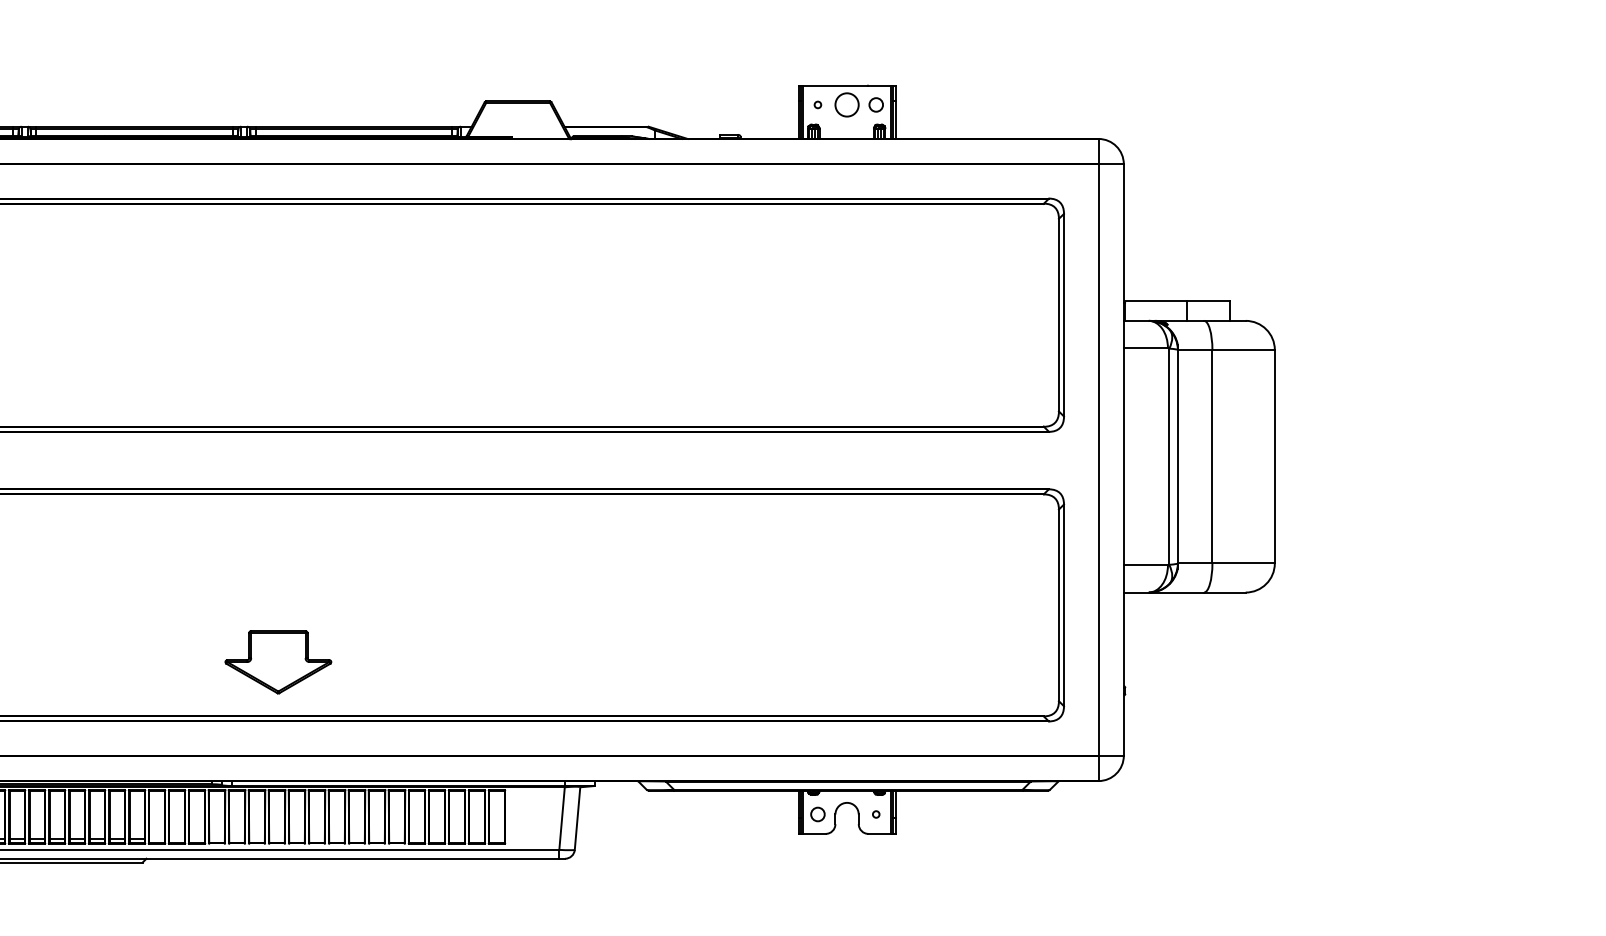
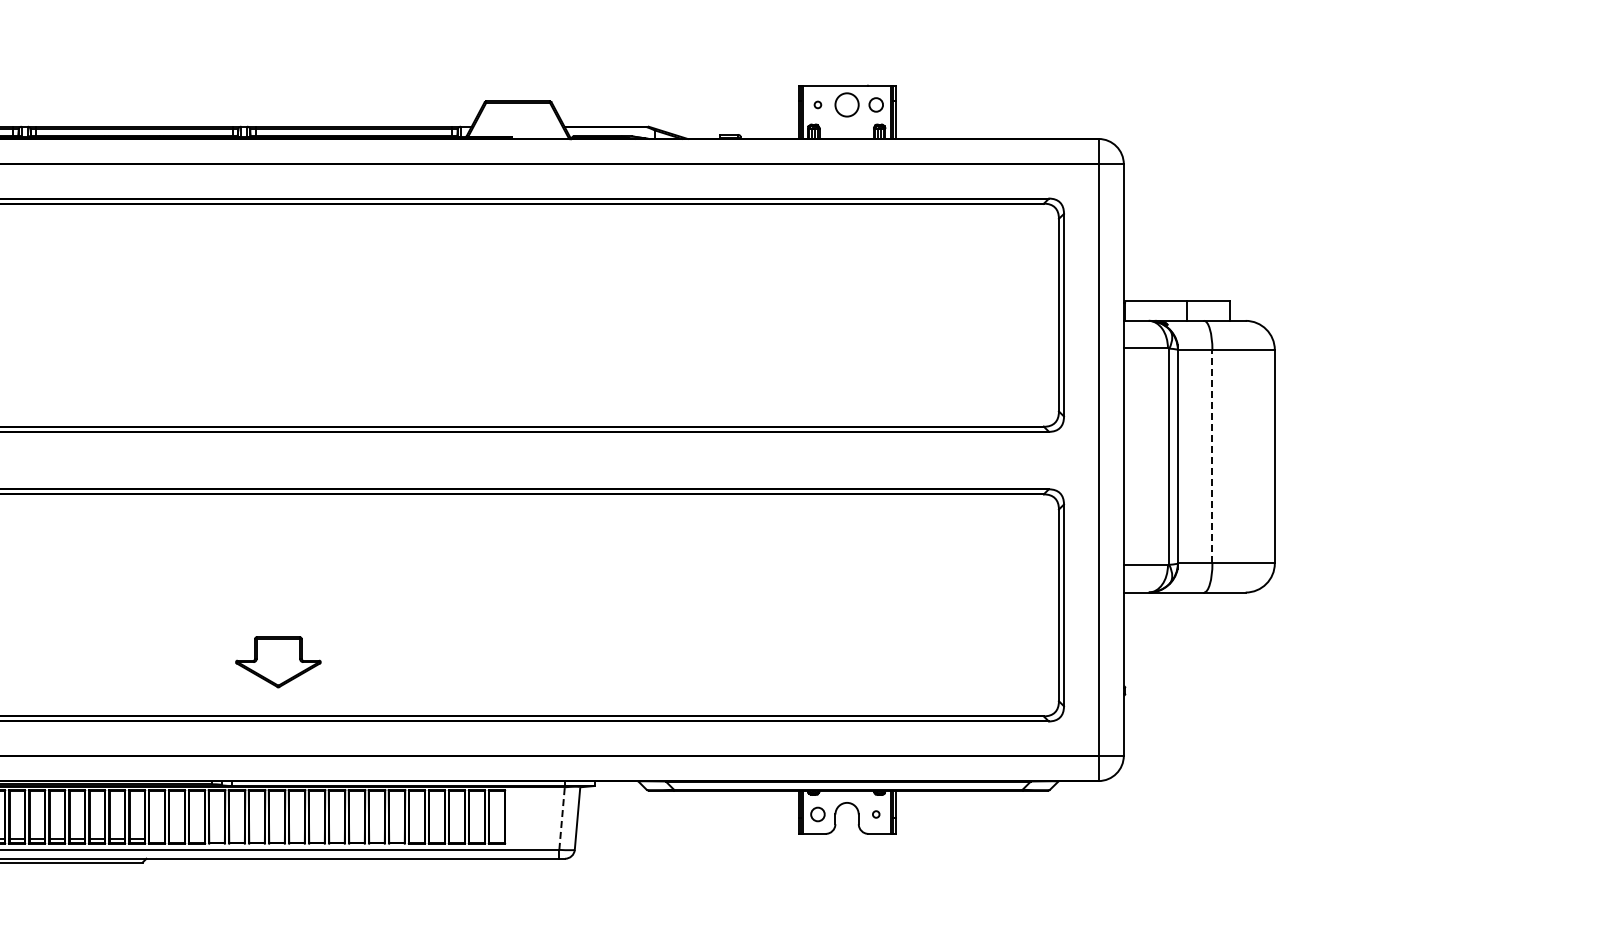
line at (1212, 456): solid -> dashed
part at (278, 662) size: 109x65 px -> 87x53 px
line at (562, 818): solid -> dashed
